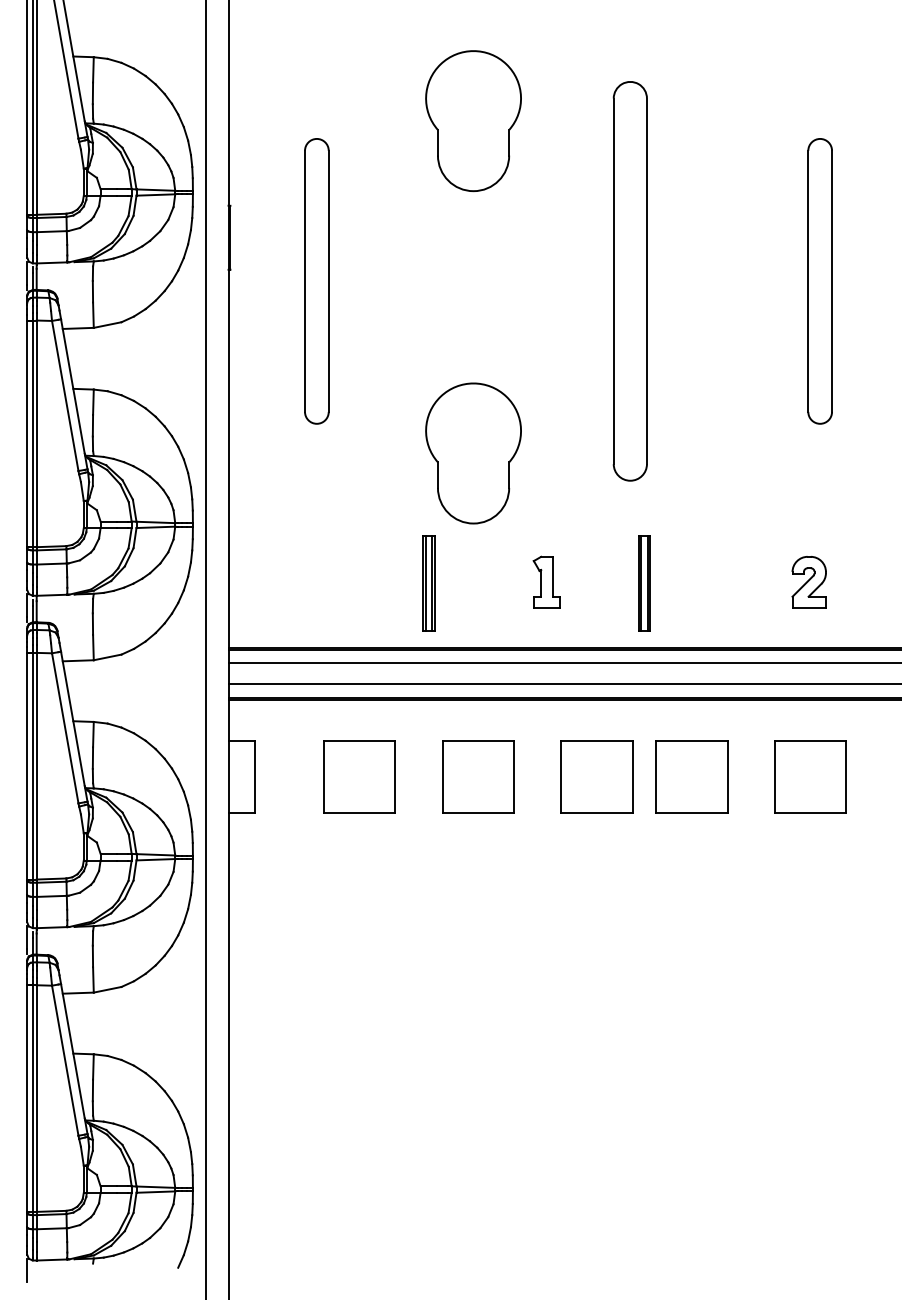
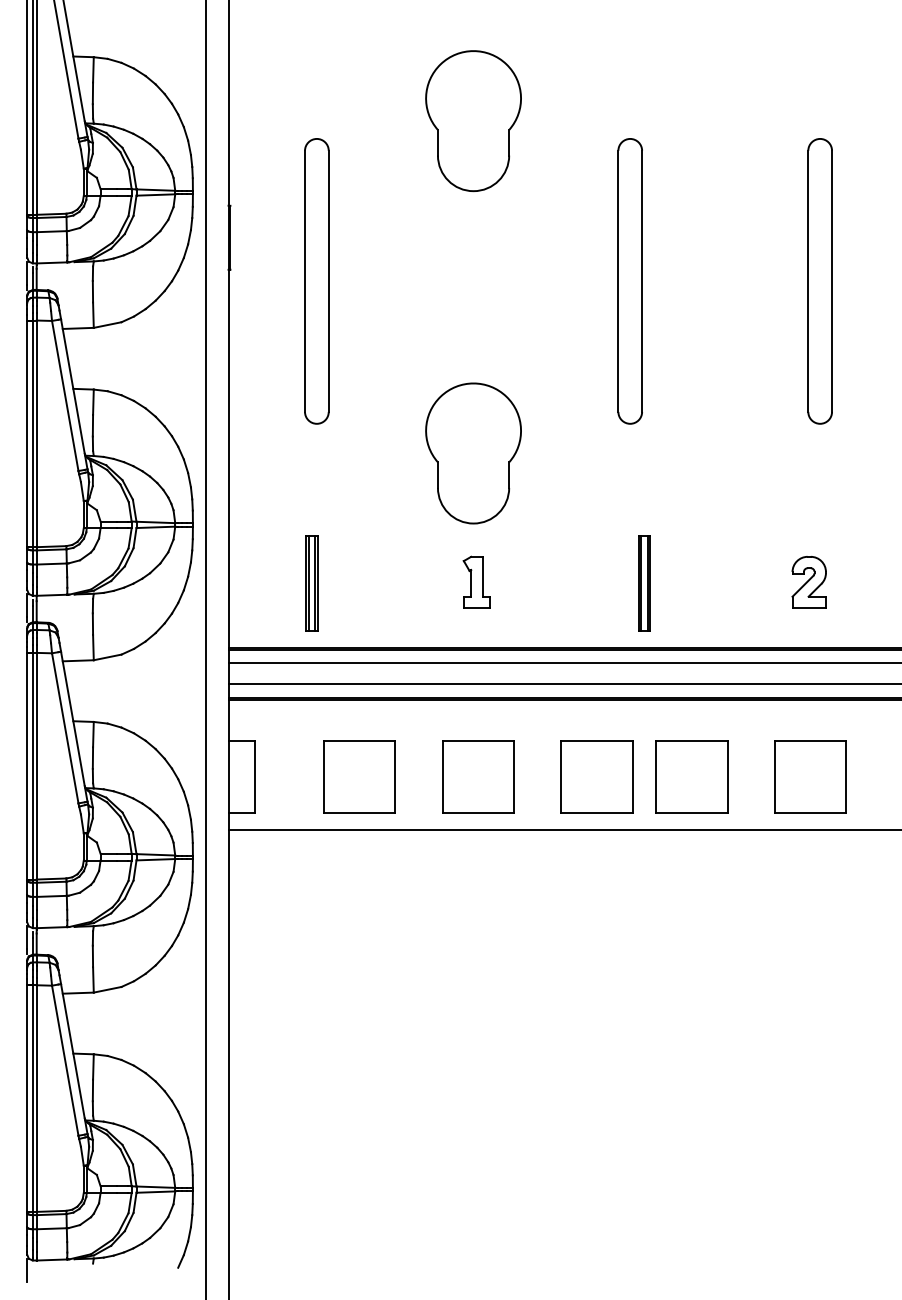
part at (629, 281) size: 36x401 px -> 26x287 px
part at (546, 581) position: (546, 581) -> (476, 581)
part at (428, 583) position: (428, 583) -> (311, 583)
line at (563, 830): none -> present
